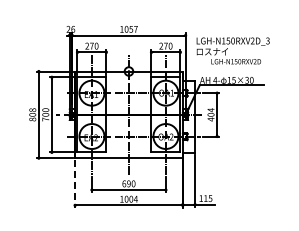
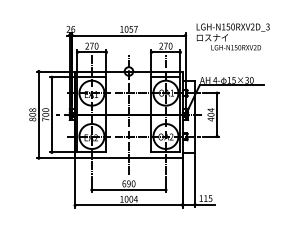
text at (232, 50) position: (232, 50) -> (232, 36)
line at (75, 183): dashed -> solid
